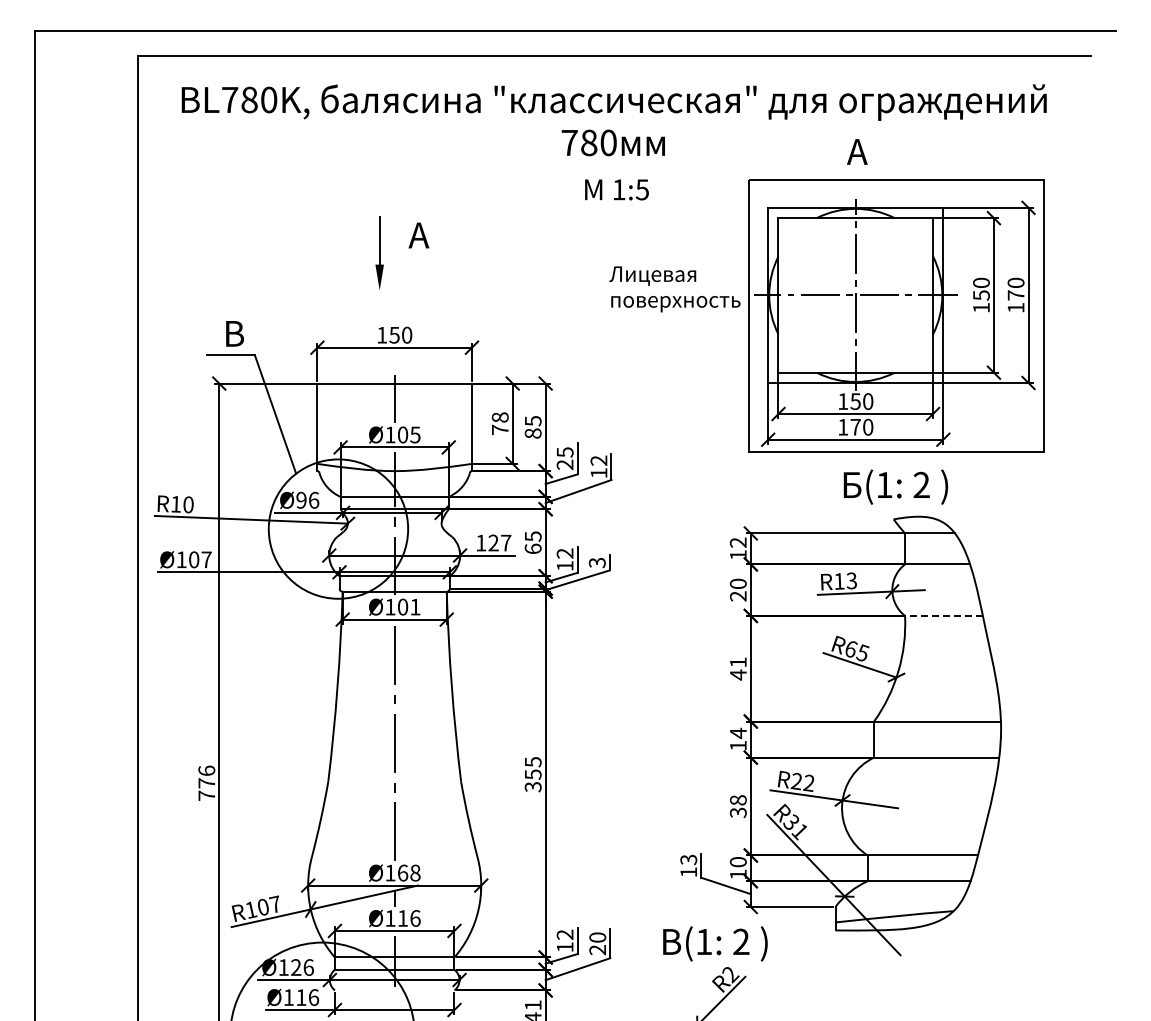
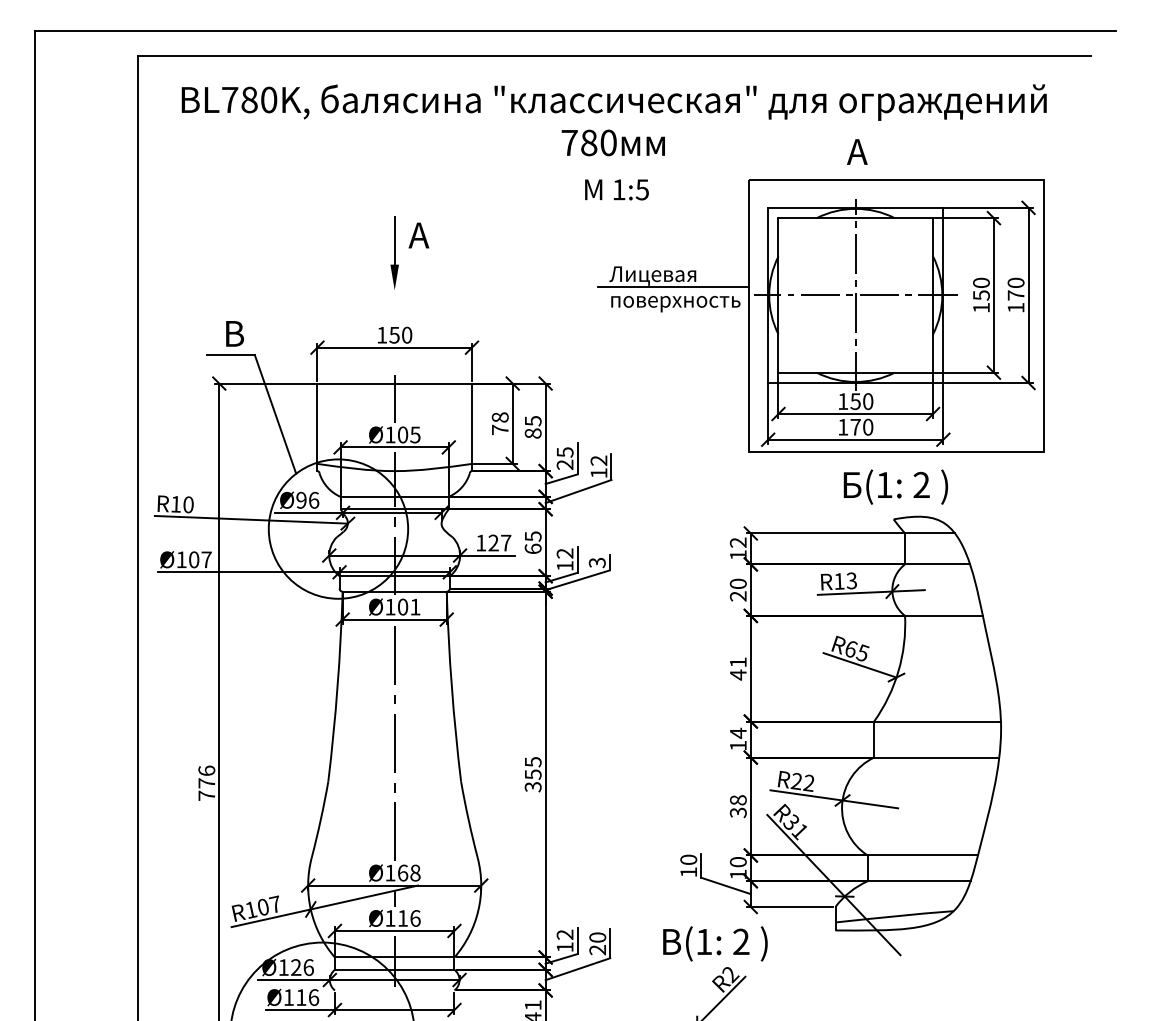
part at (379, 252) position: (379, 252) -> (394, 252)
line at (672, 287): none -> present
line at (943, 615): dashed -> solid
text at (688, 859): 13 -> 10
